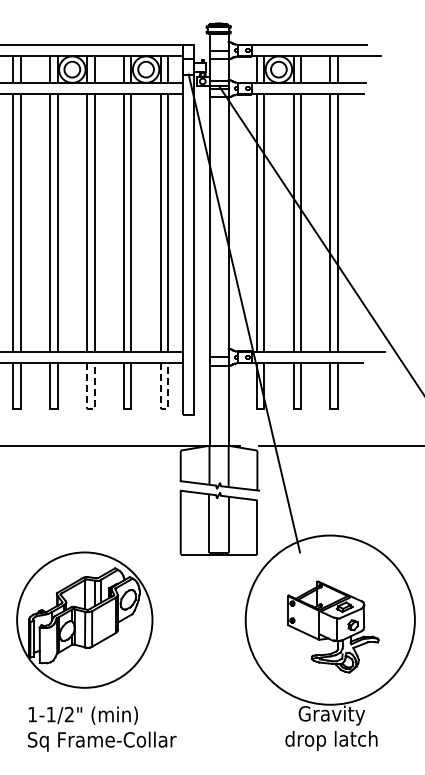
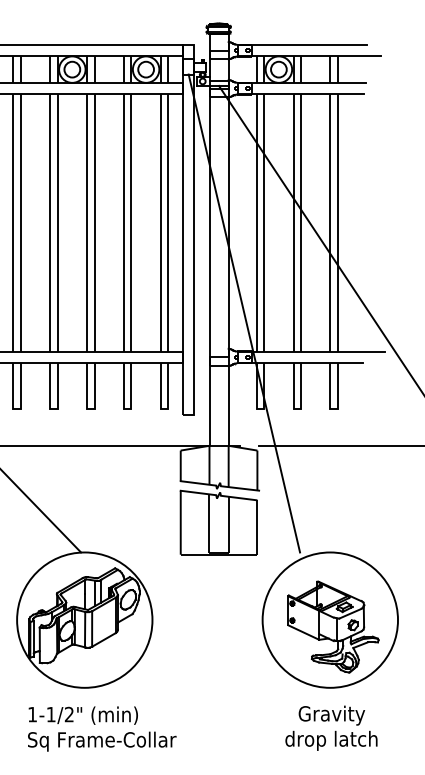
line at (90, 408): dashed -> solid
line at (164, 408): dashed -> solid
line at (41, 511): none -> present
circle at (329, 619) diameter: 169 px -> 135 px
